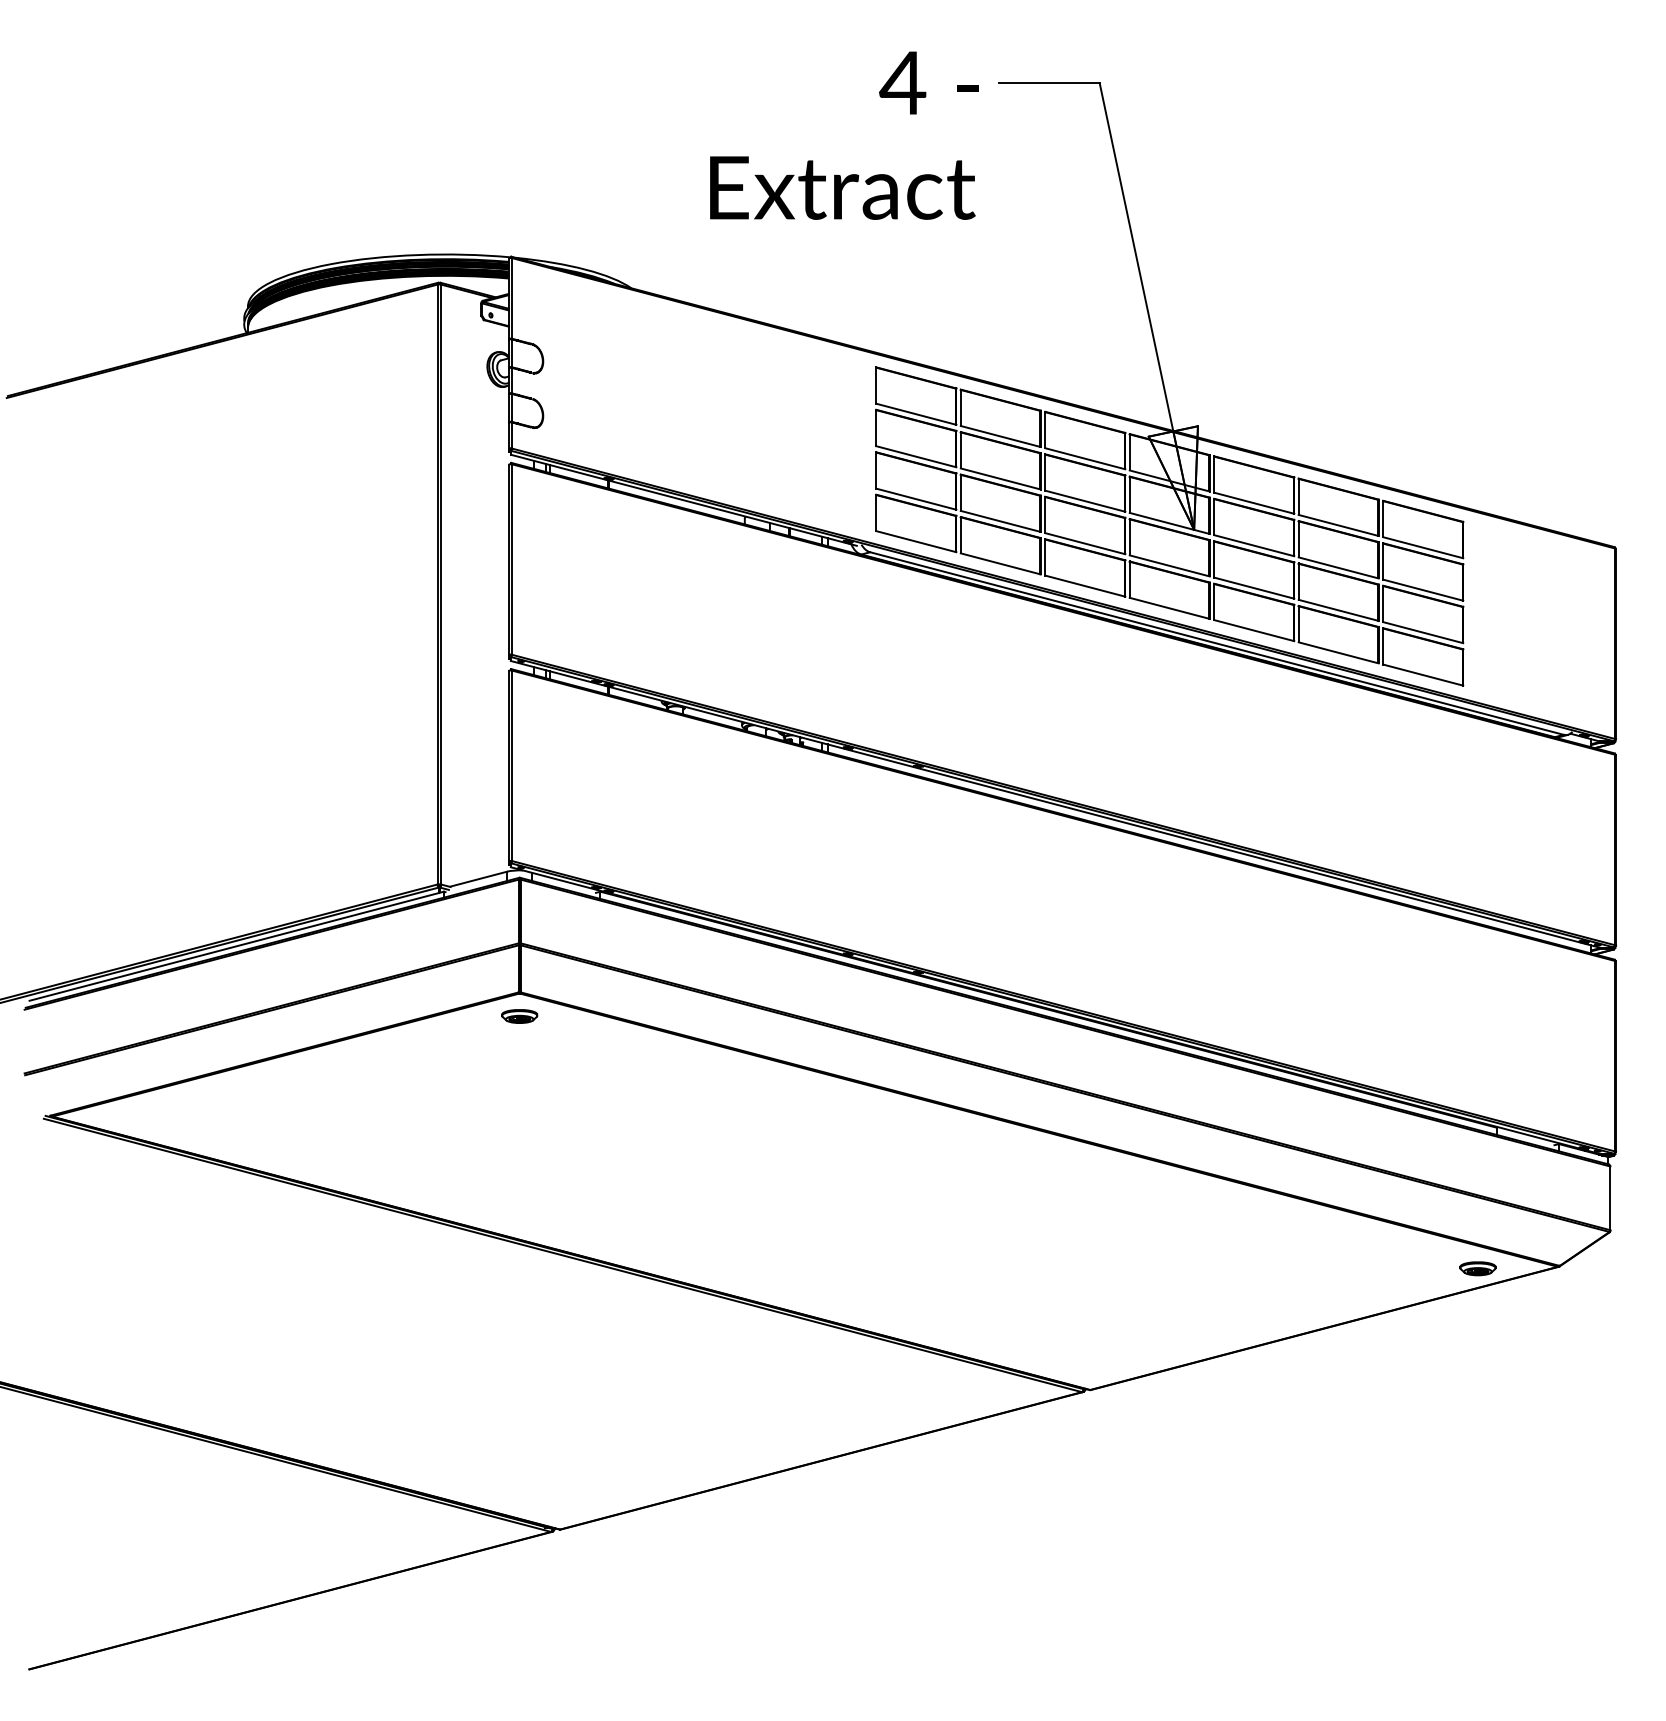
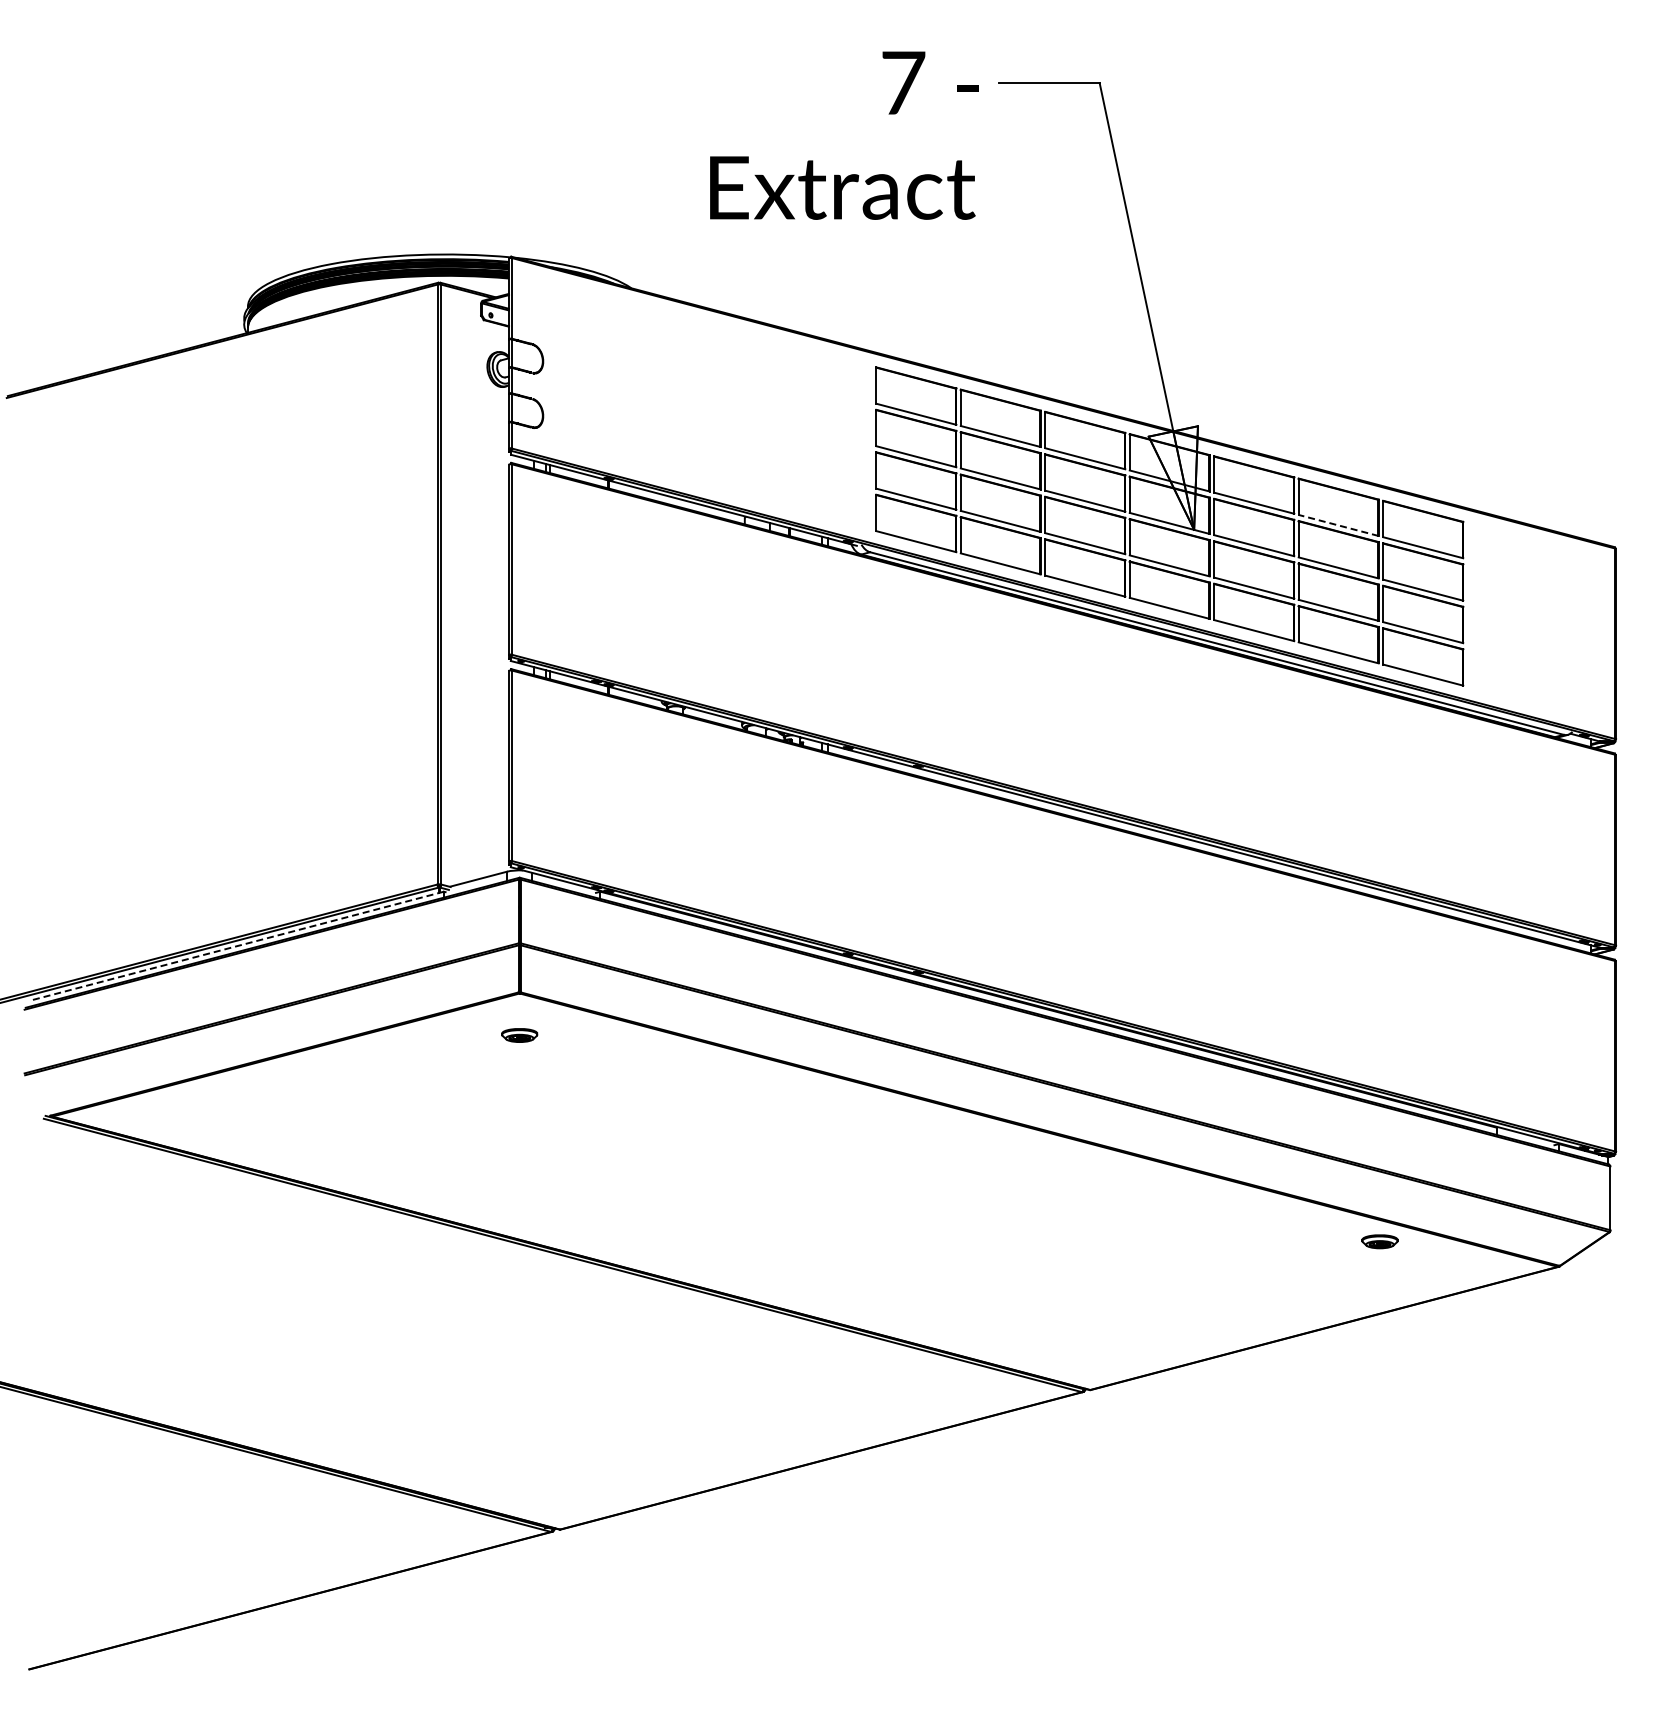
text at (902, 82): 4 -> 7
line at (1338, 525): solid -> dashed
line at (236, 946): solid -> dashed
part at (519, 1016) position: (519, 1016) -> (519, 1035)
part at (1477, 1268) position: (1477, 1268) -> (1379, 1241)
